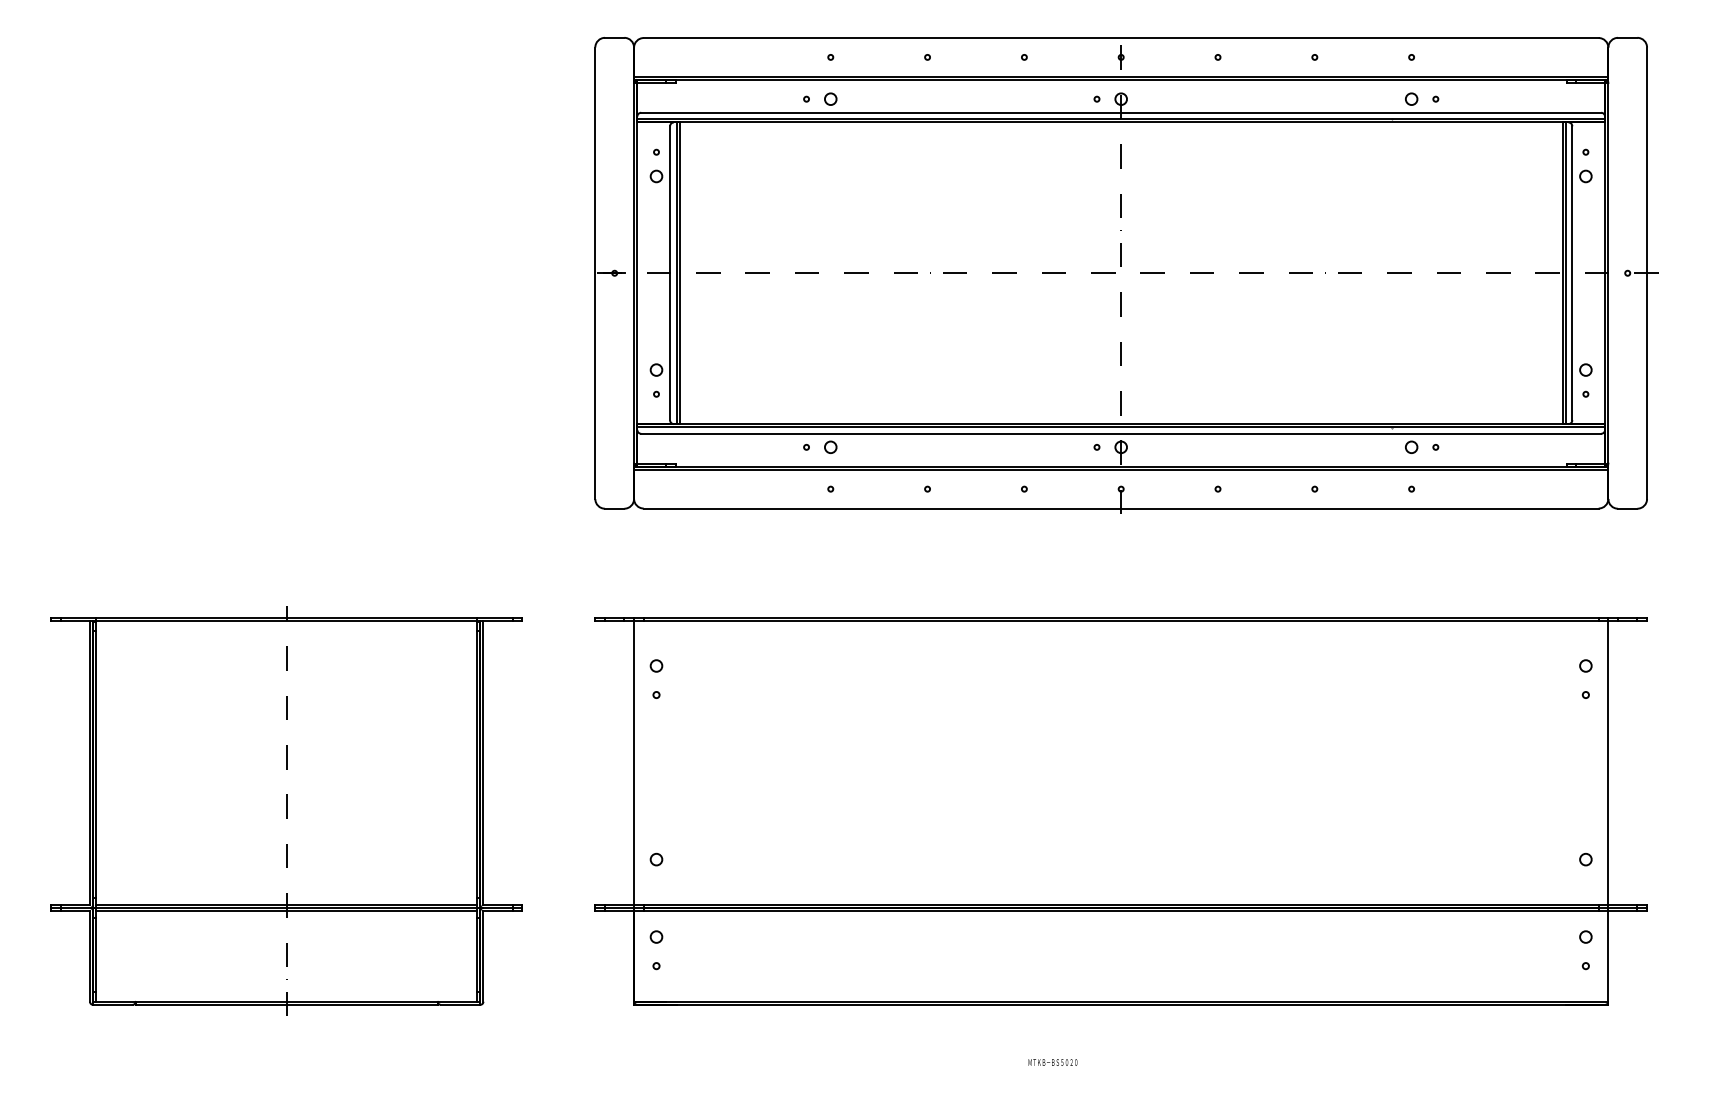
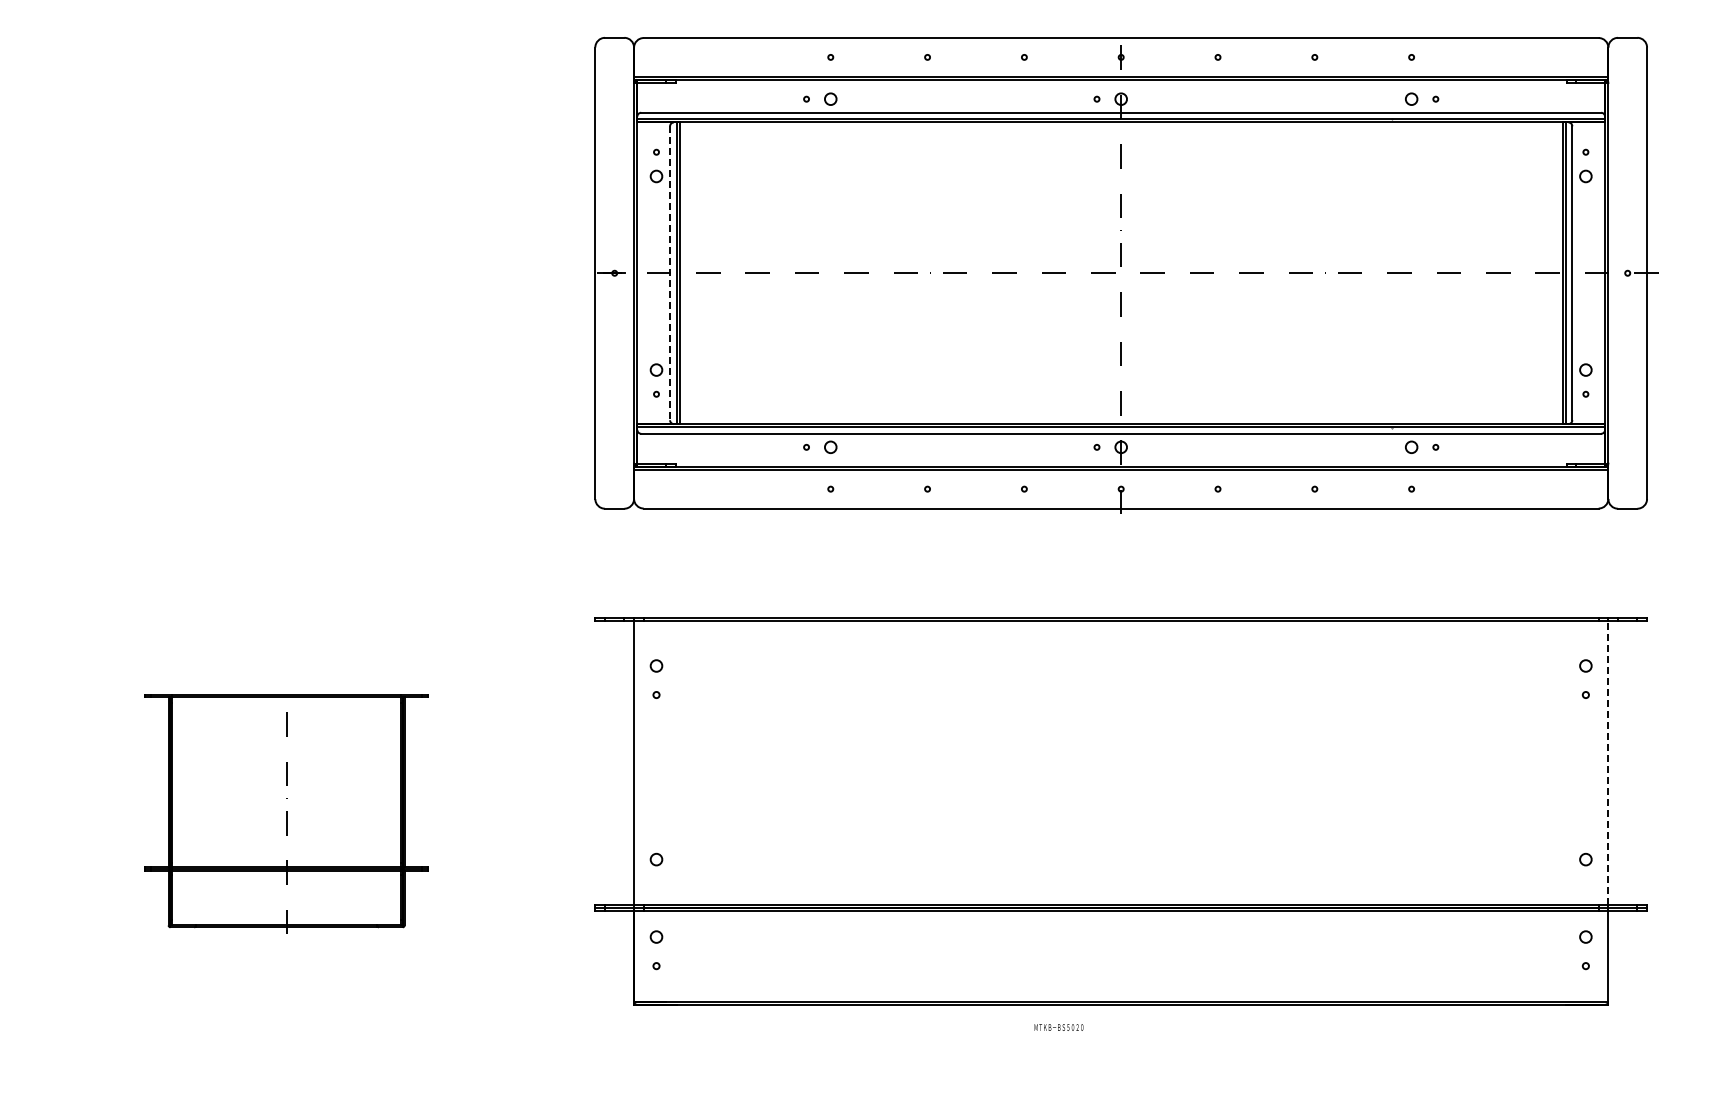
line at (670, 273): solid -> dashed
line at (1608, 762): solid -> dashed
part at (286, 810) size: 473x410 px -> 285x240 px
text at (1052, 1062) position: (1052, 1062) -> (1058, 1027)
